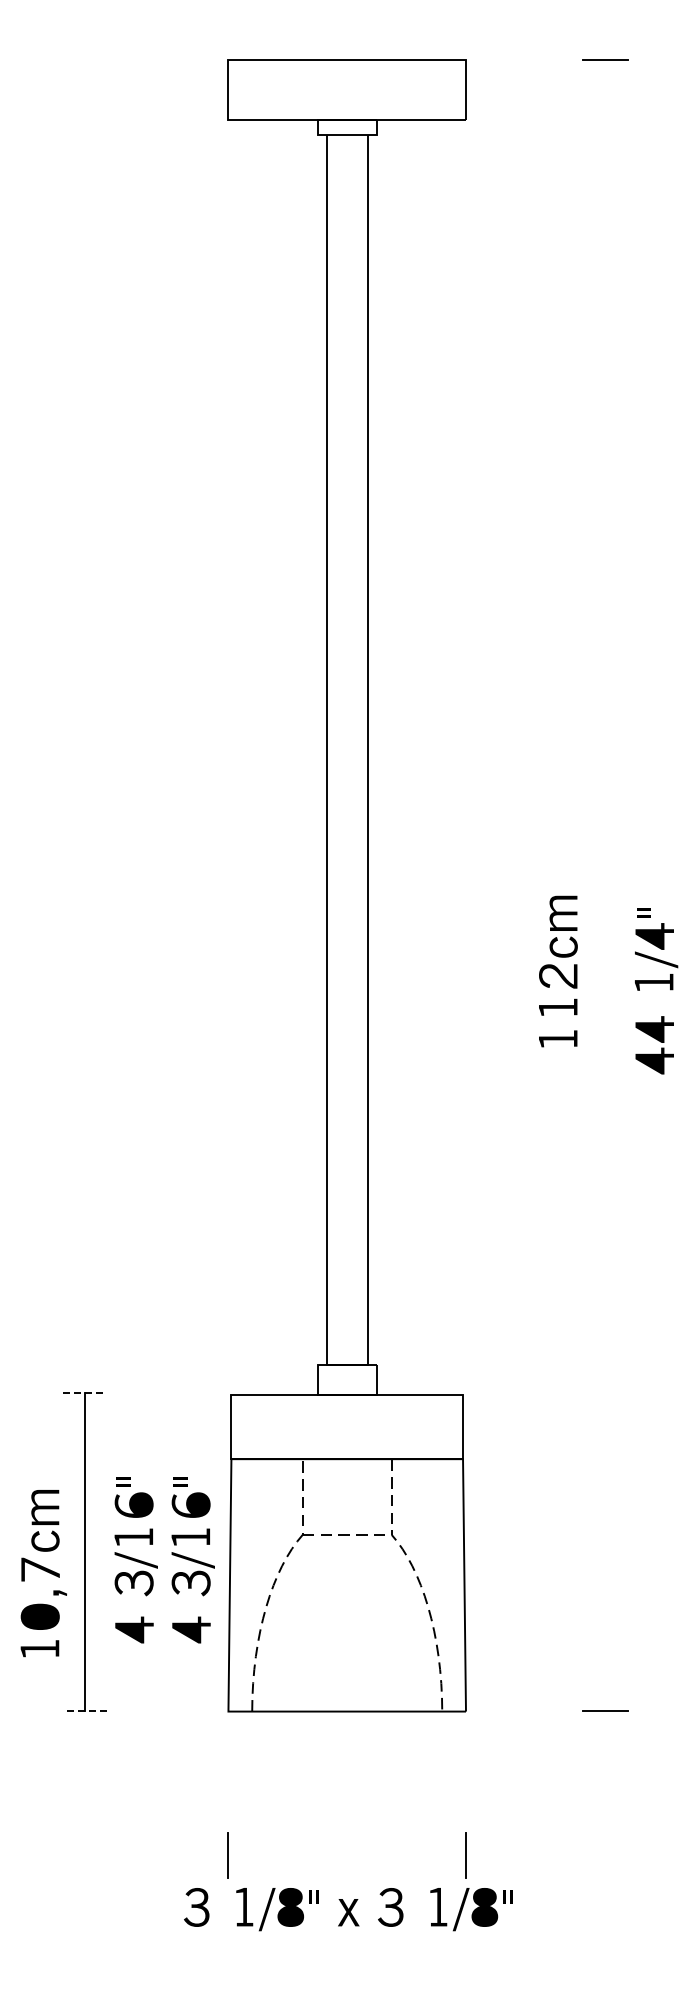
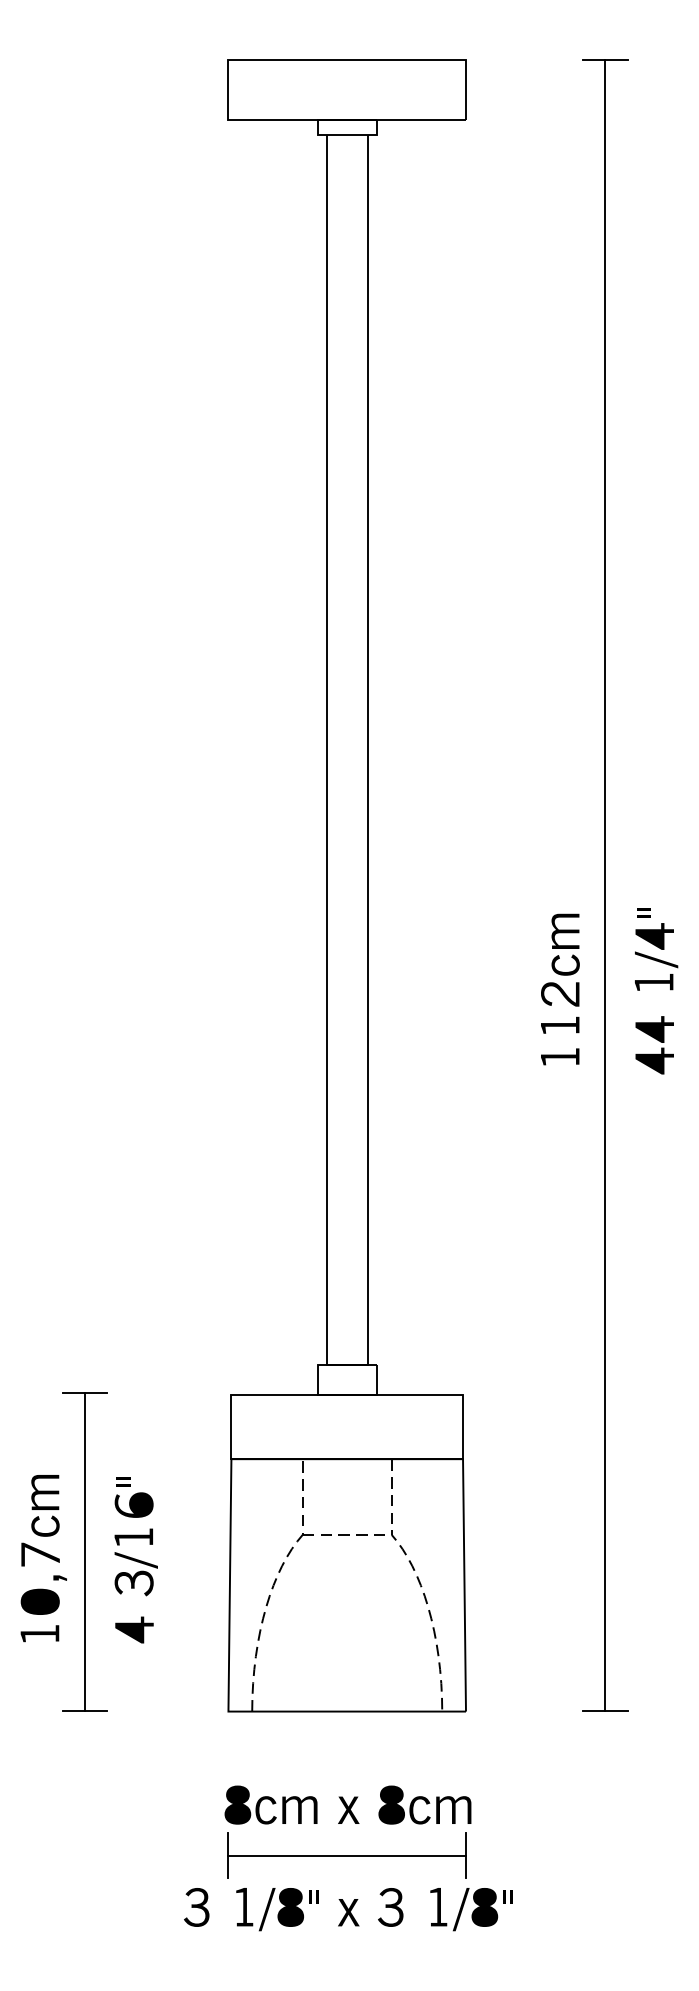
line at (605, 884): none -> present
part at (558, 971) position: (558, 971) -> (560, 989)
line at (85, 1392): dashed -> solid
part at (192, 1560): present -> none
part at (43, 1573) position: (43, 1573) -> (43, 1558)
line at (84, 1710): dashed -> solid
part at (347, 1804): none -> present
line at (347, 1855): none -> present
